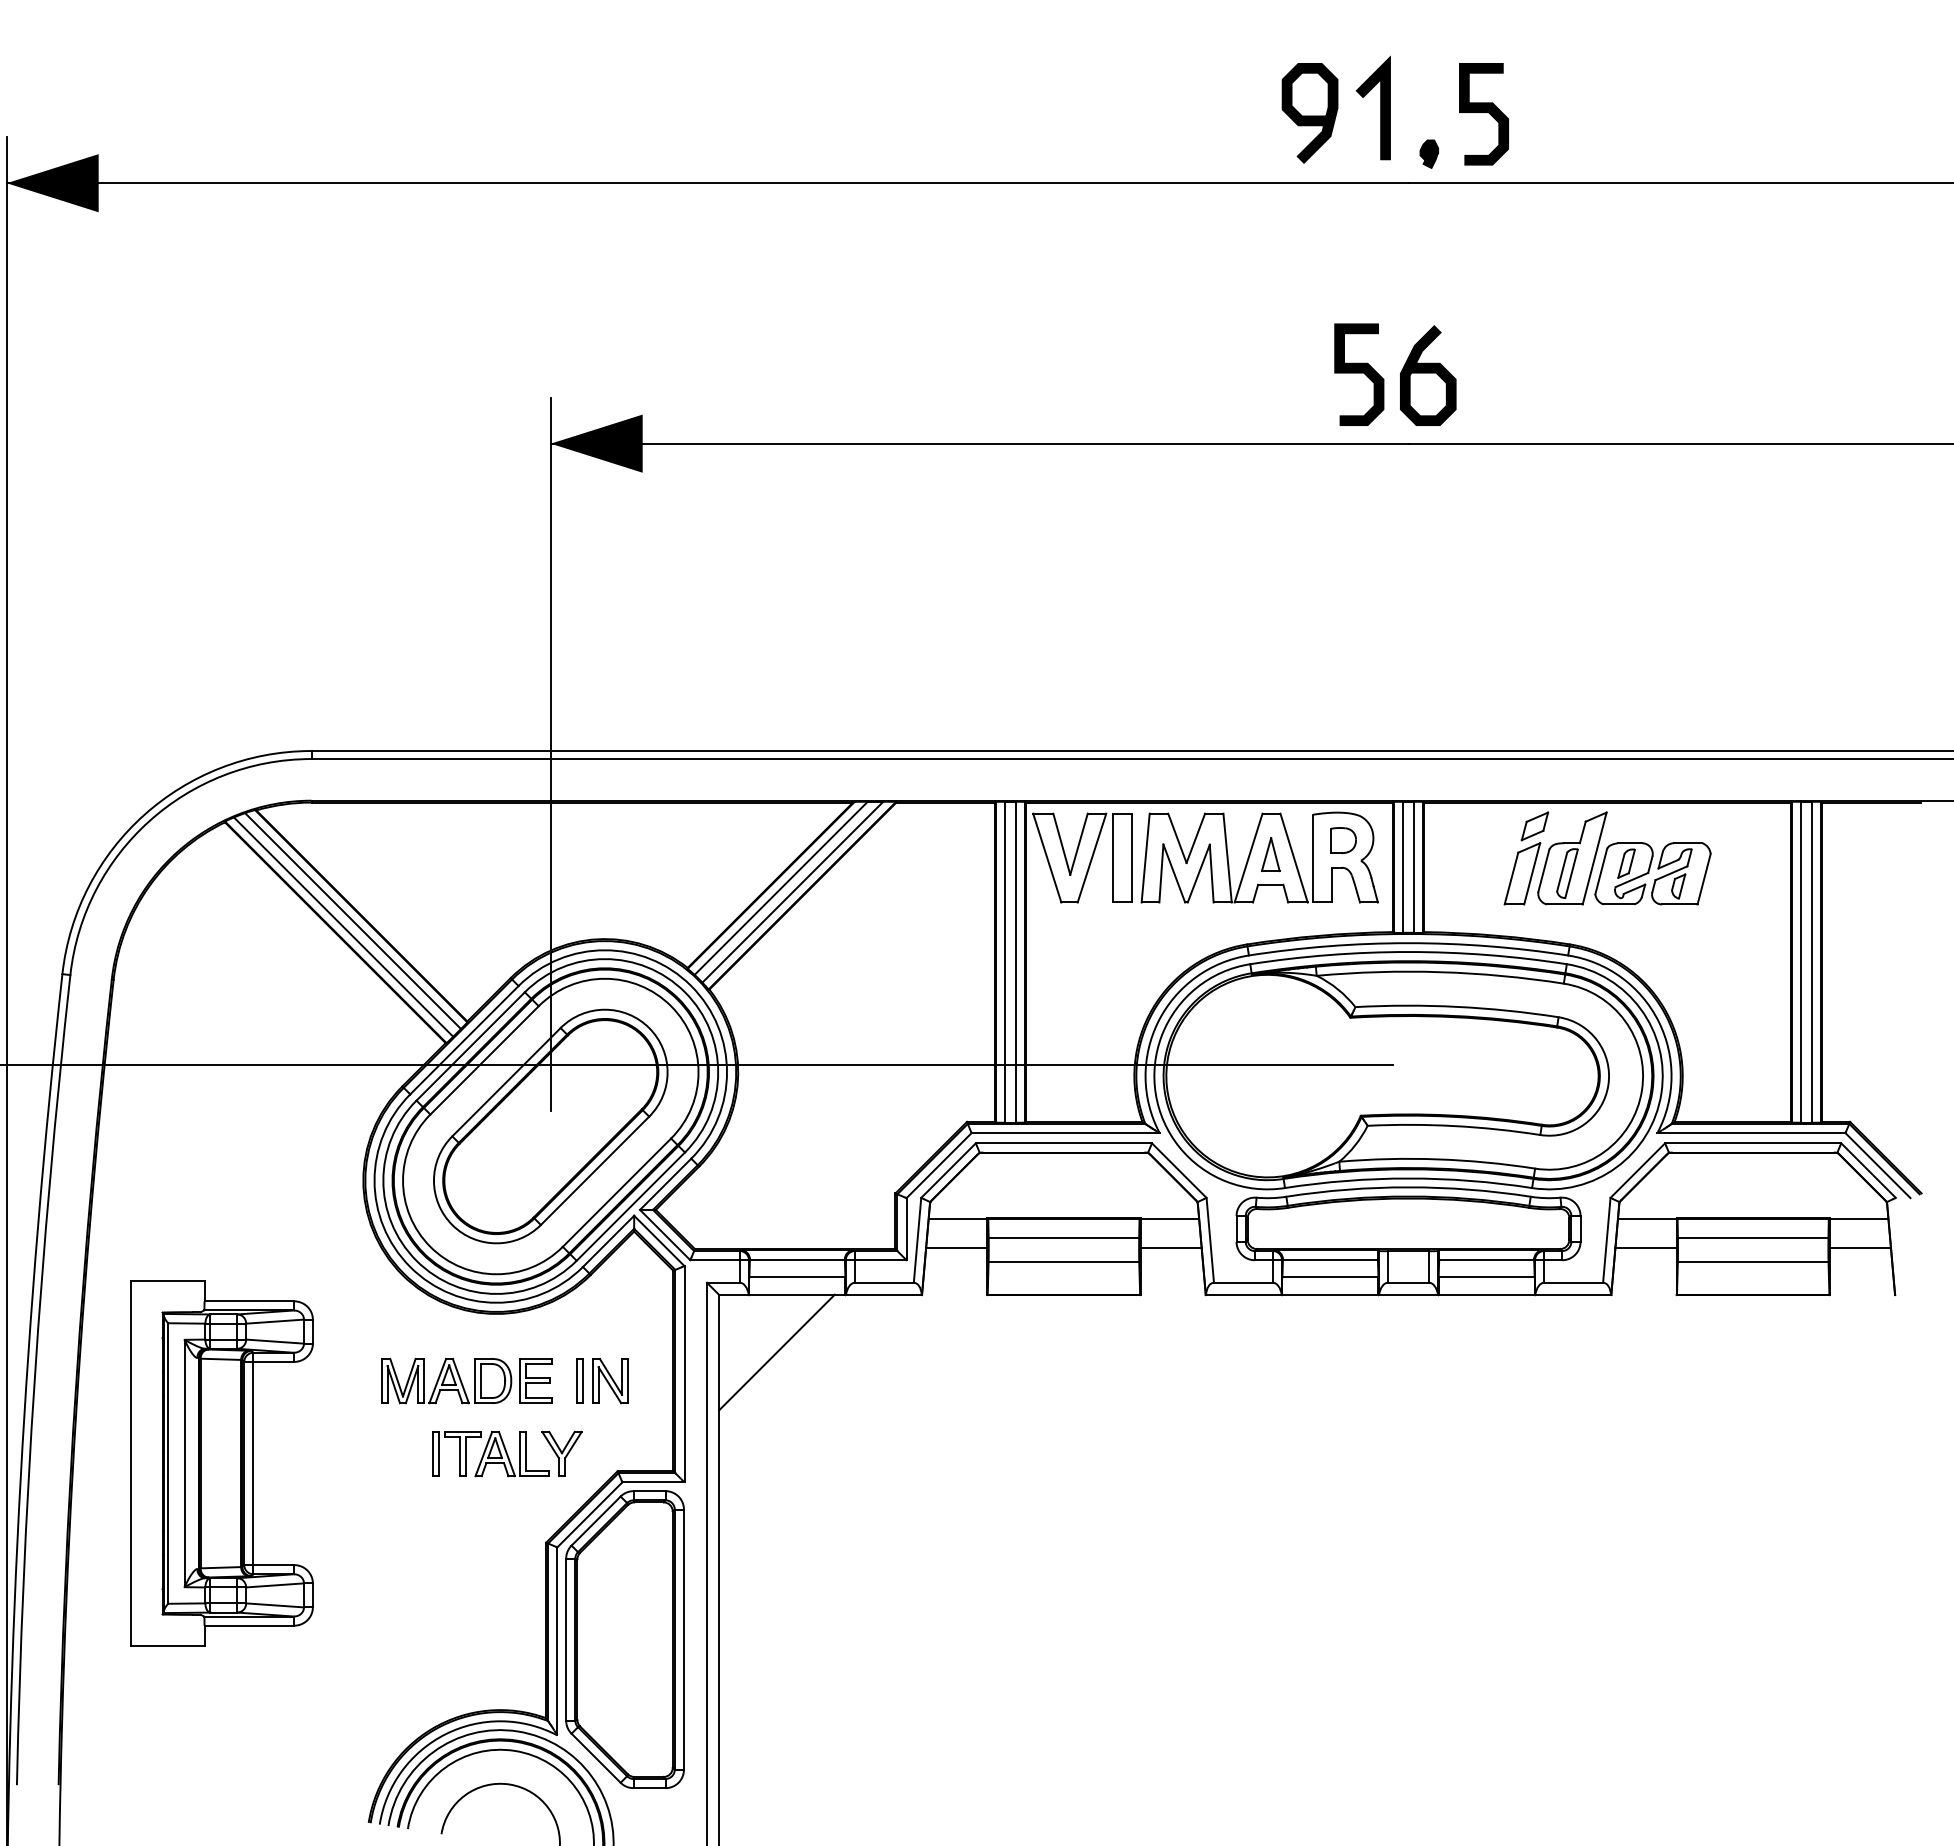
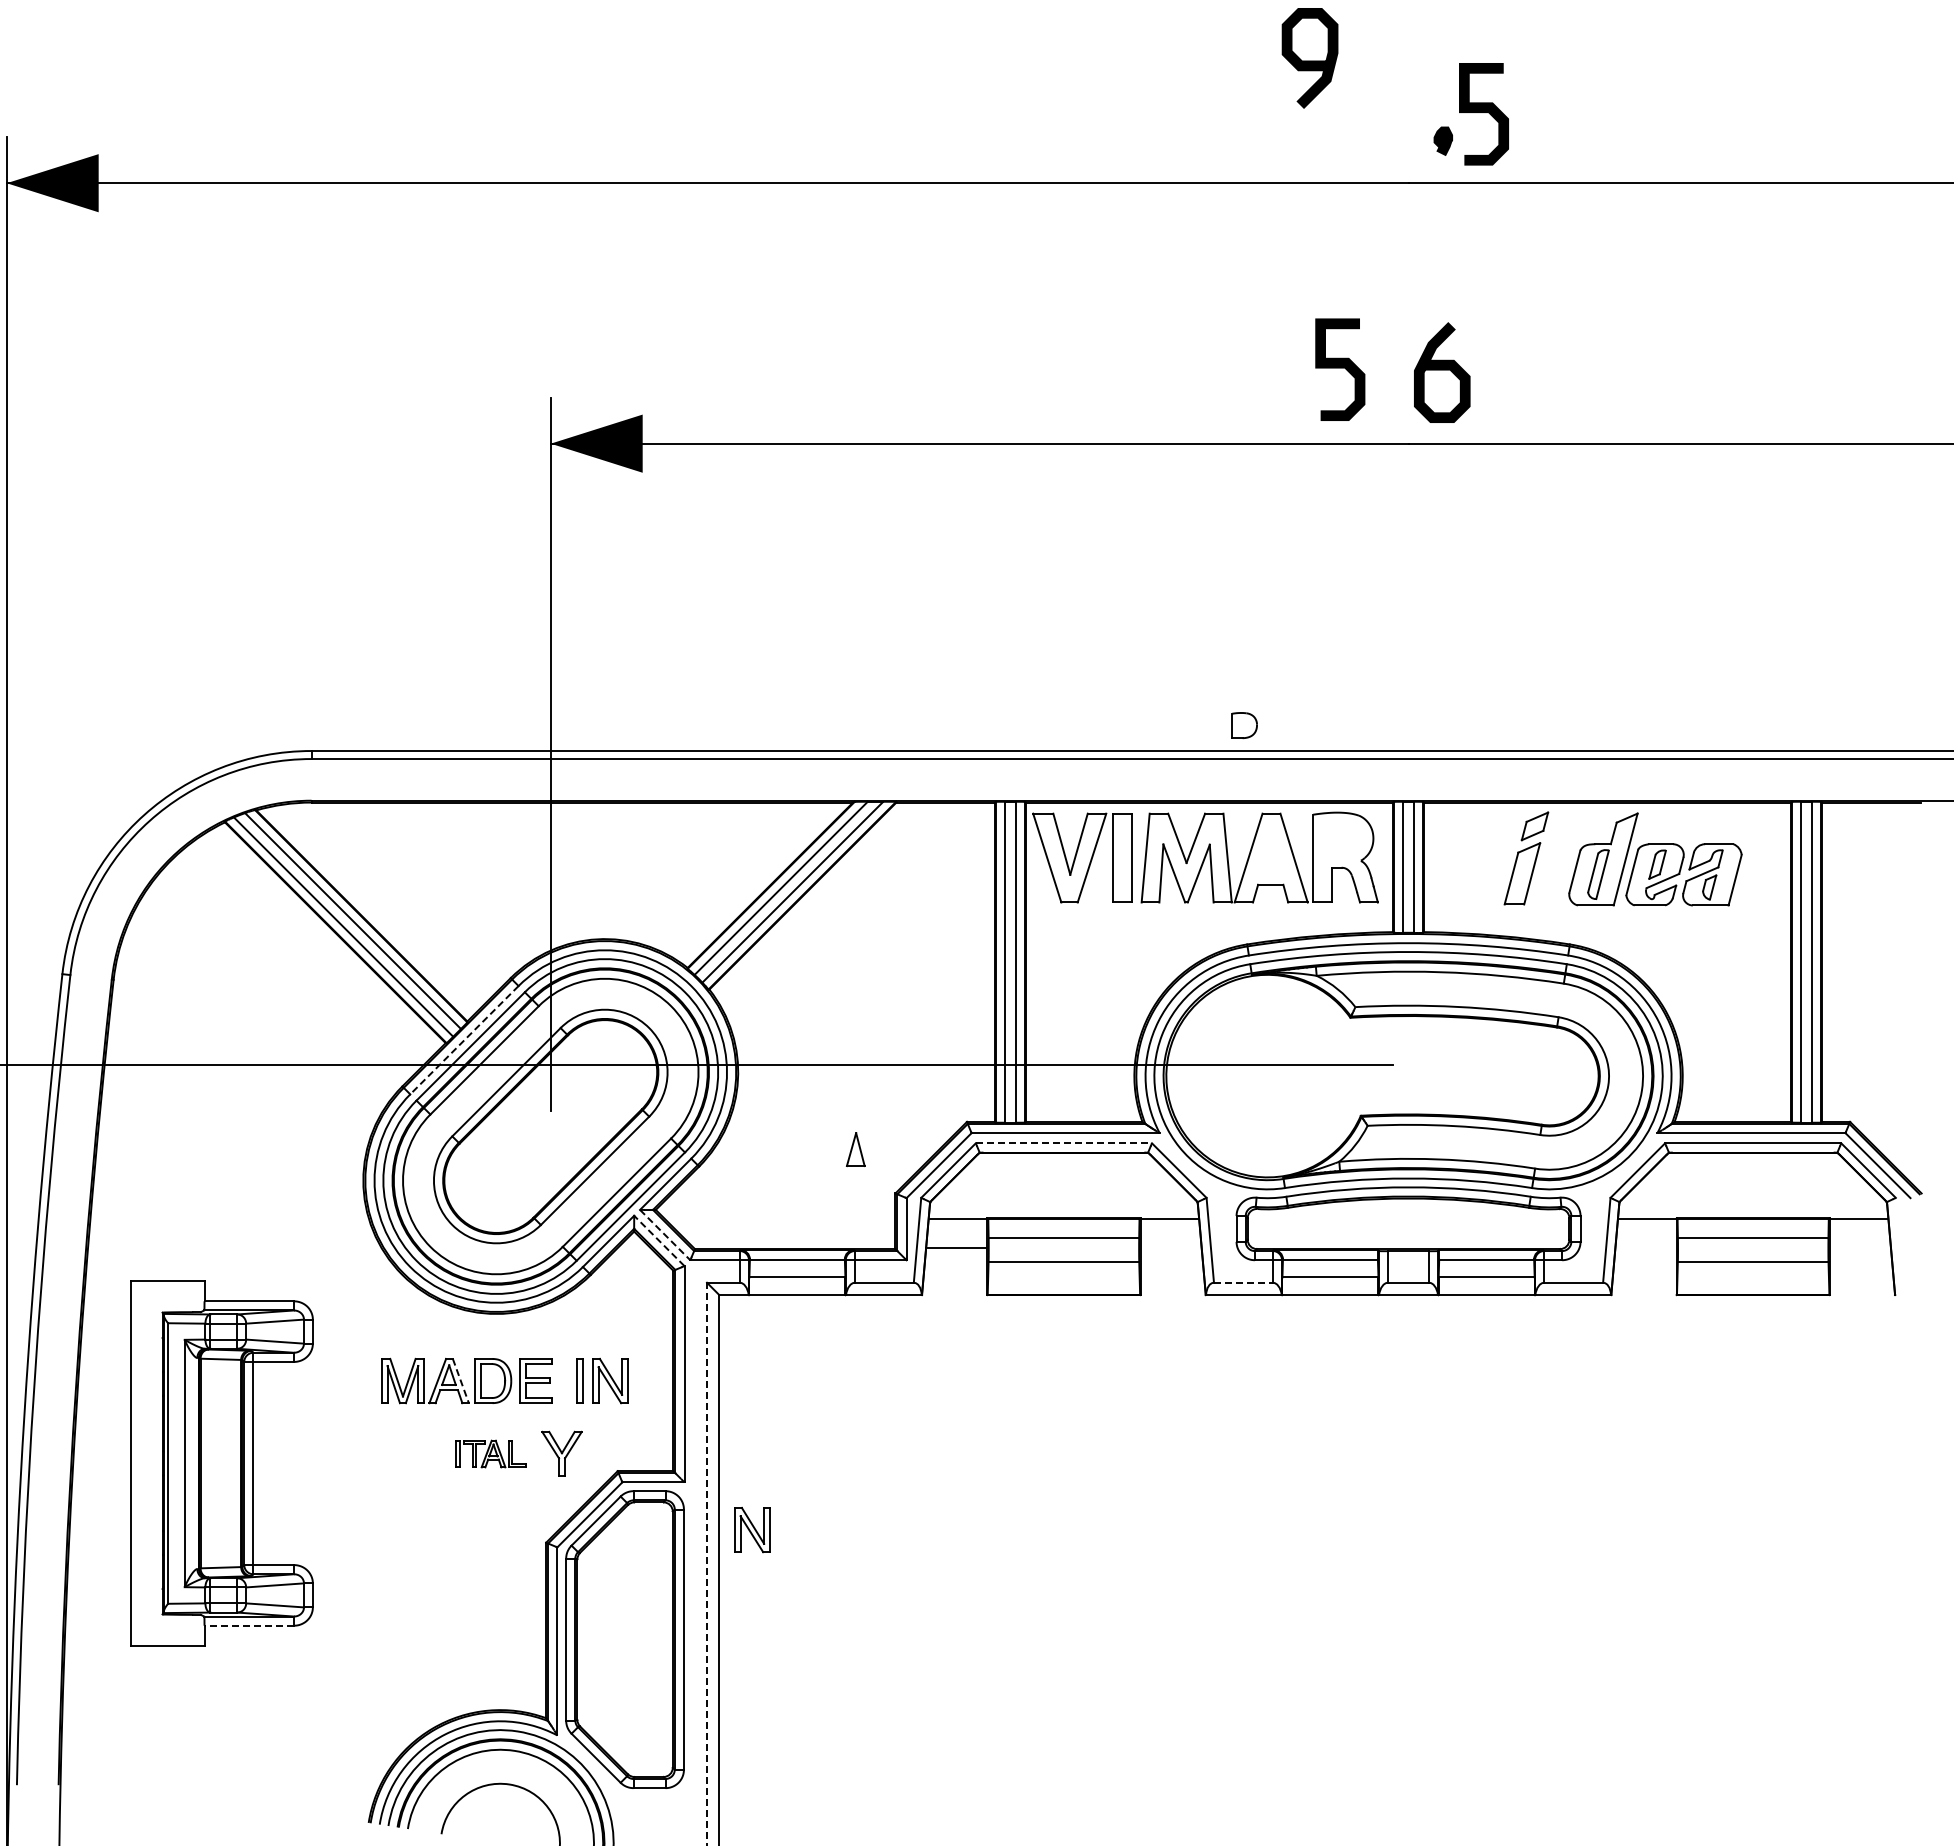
line at (1380, 107): present -> none
curve at (1309, 115) position: (1309, 115) -> (1309, 60)
part at (1428, 153) position: (1428, 153) -> (1442, 140)
curve at (1359, 373) position: (1359, 373) -> (1340, 368)
curve at (1428, 373) position: (1428, 373) -> (1442, 370)
part at (1343, 840) position: (1343, 840) -> (1244, 725)
part at (1270, 854) position: (1270, 854) -> (855, 1149)
part at (1624, 858) position: (1624, 858) -> (1655, 859)
line at (464, 1040): solid -> dashed
line at (1064, 1143): solid -> dashed
line at (665, 1235): solid -> dashed
line at (659, 1240): solid -> dashed
line at (1170, 1248): present -> none
line at (1645, 1248): present -> none
line at (1859, 1248): present -> none
line at (1243, 1282): solid -> dashed
line at (776, 1352): present -> none
line at (460, 1381): solid -> dashed
part at (490, 1453) size: 118x48 px -> 72x30 px
part at (752, 1530): none -> present
line at (707, 1563): solid -> dashed
line at (249, 1625): solid -> dashed
